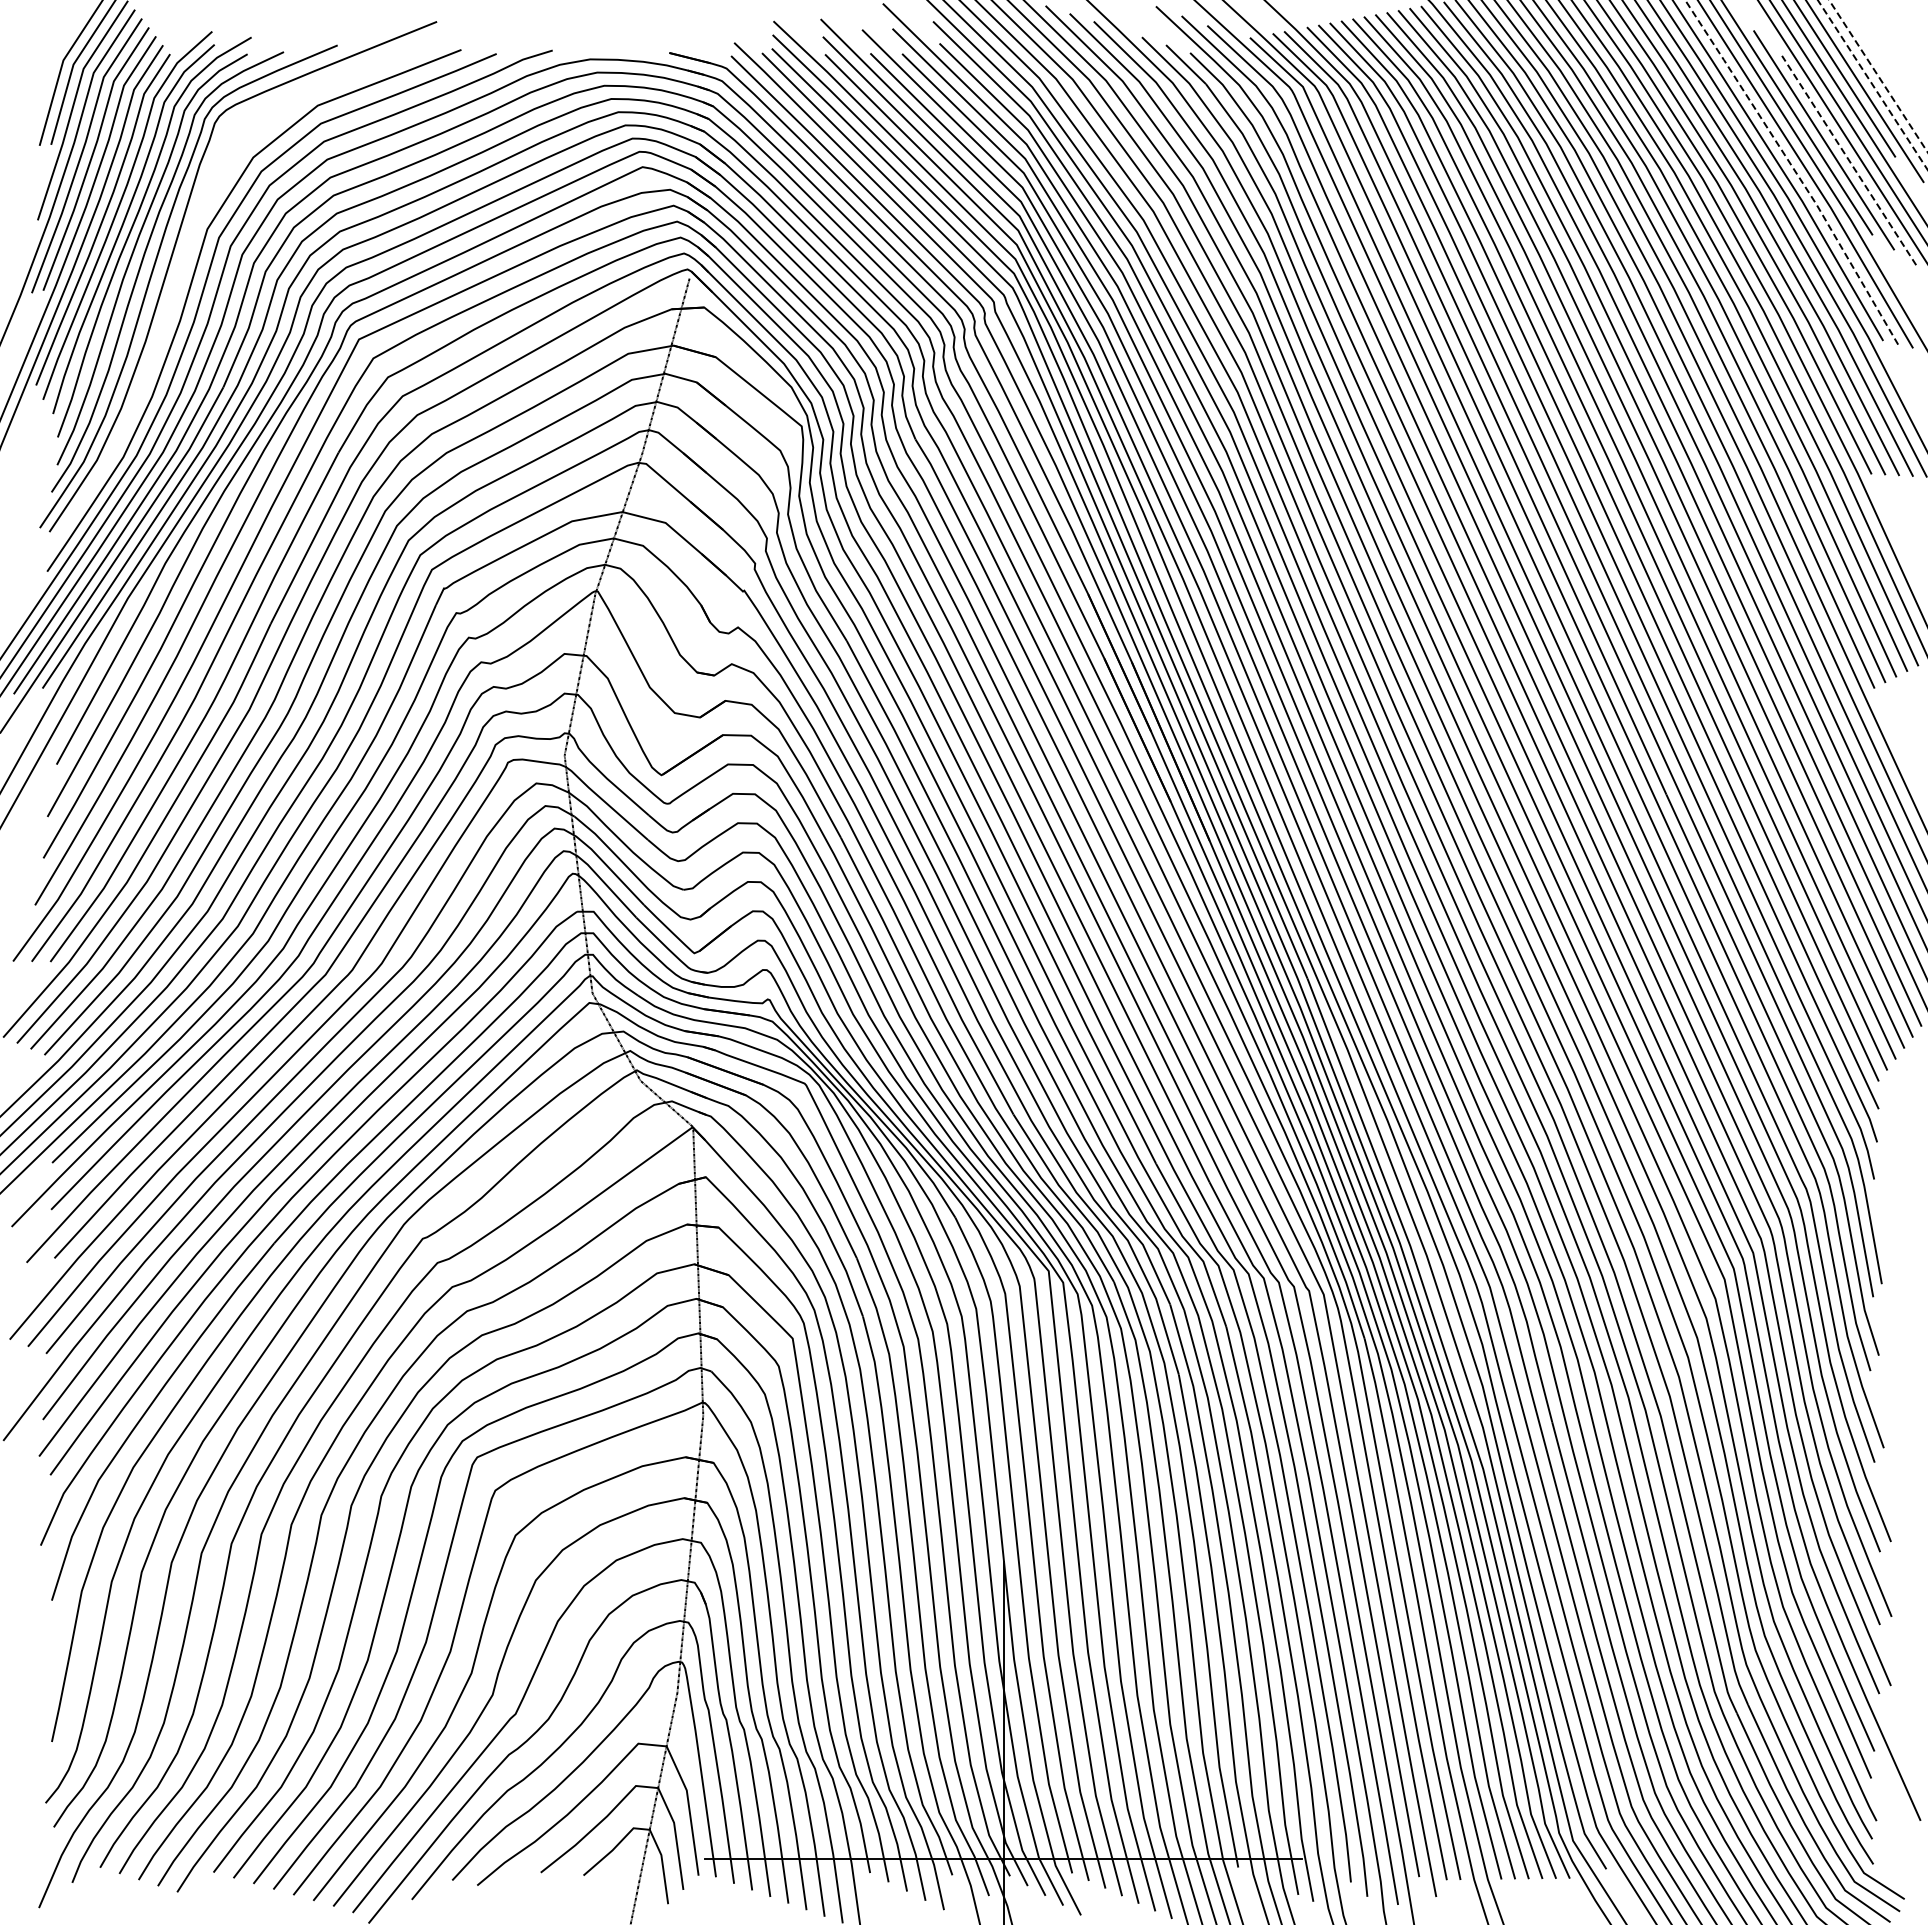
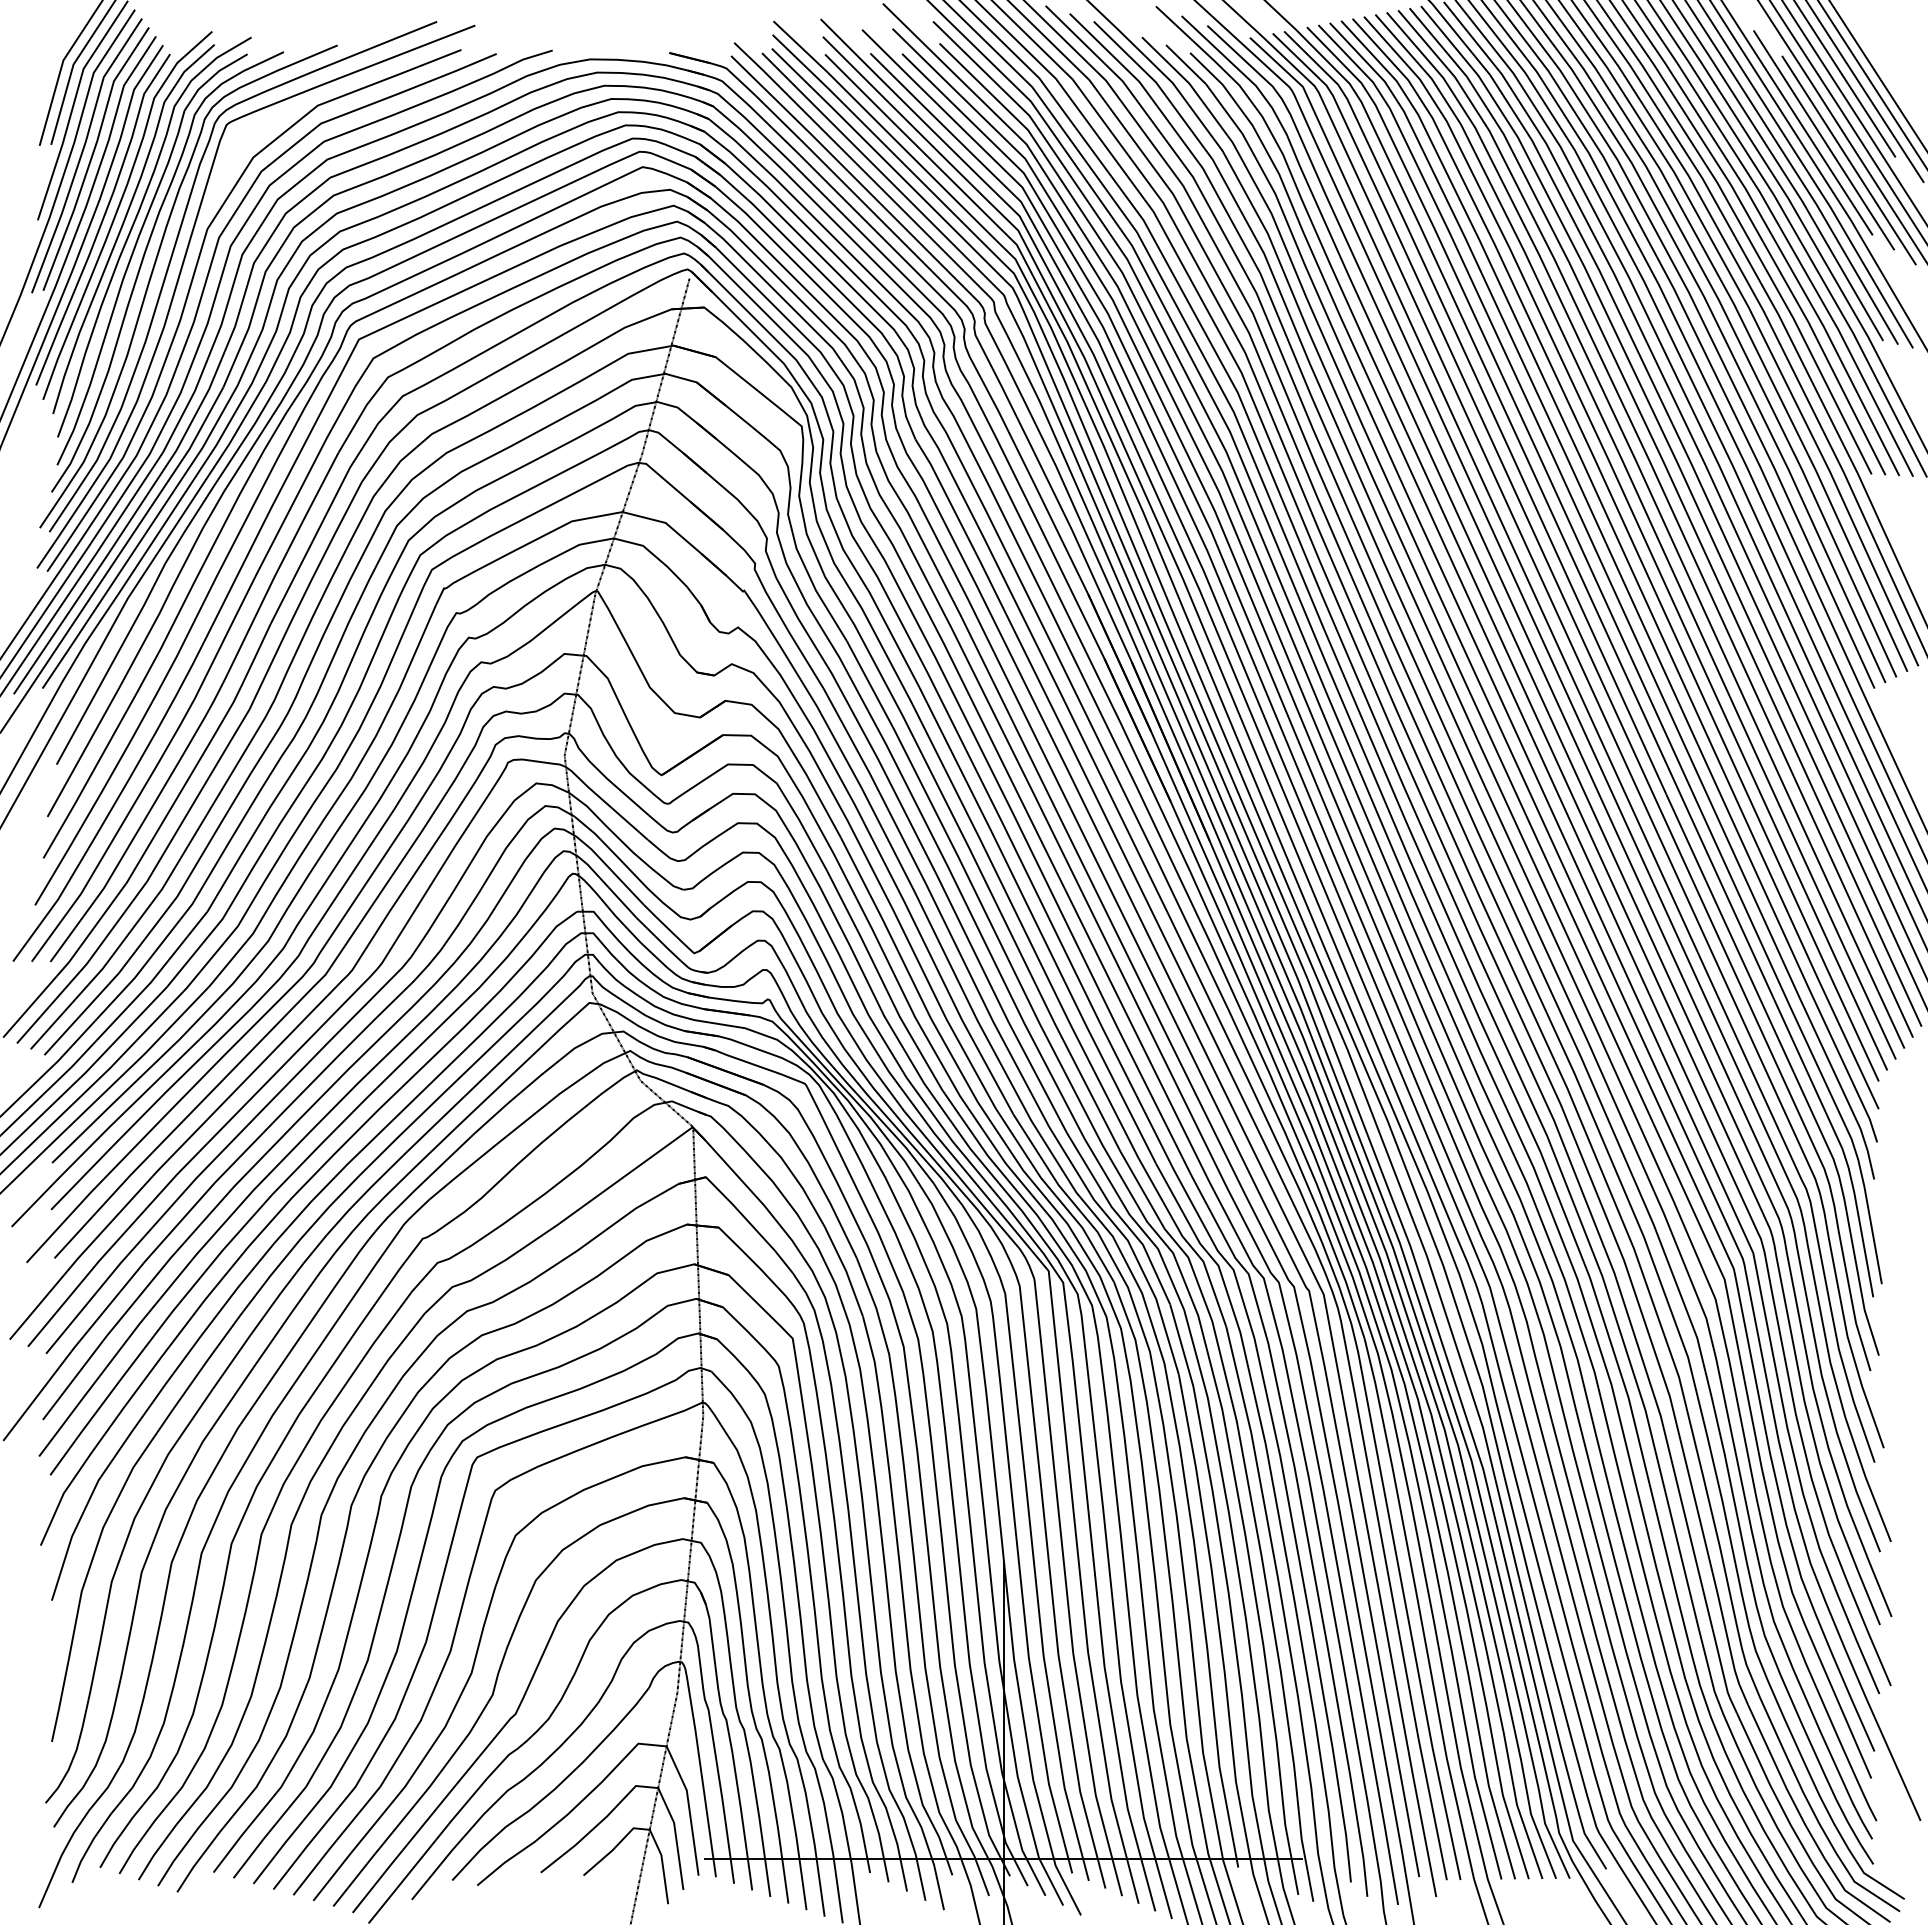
line at (1878, 75): dashed -> solid
line at (1872, 84): dashed -> solid
line at (1848, 160): dashed -> solid
line at (1795, 171): dashed -> solid
curve at (180, 276): none -> present
